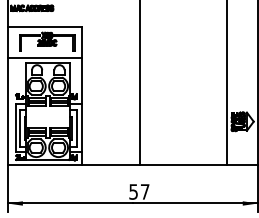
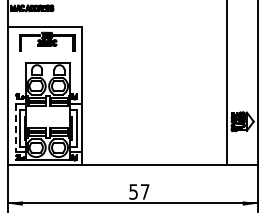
line at (44, 57): present -> none
line at (139, 83): present -> none
line at (15, 127): solid -> dashed
